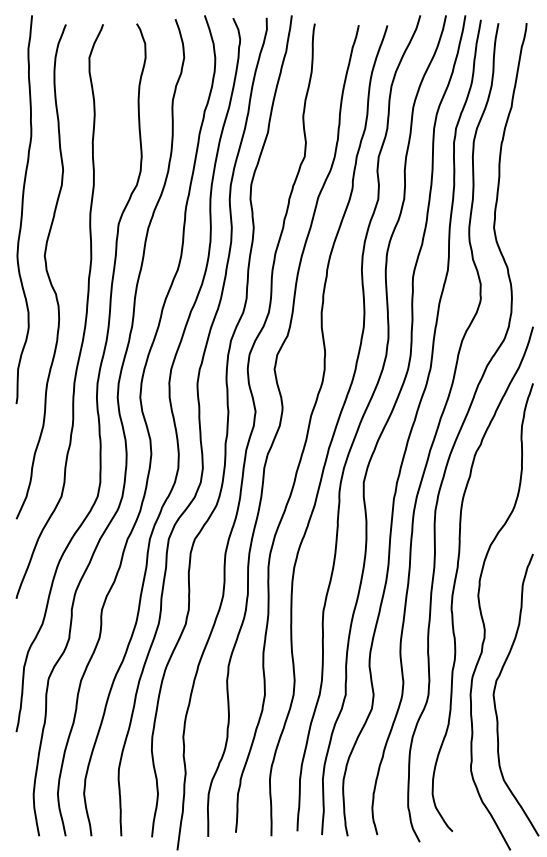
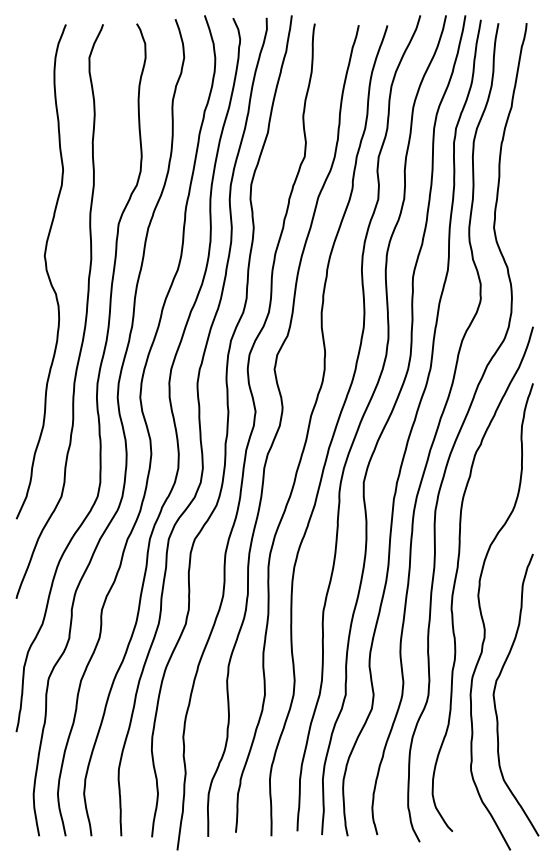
curve at (23, 209): present -> none
